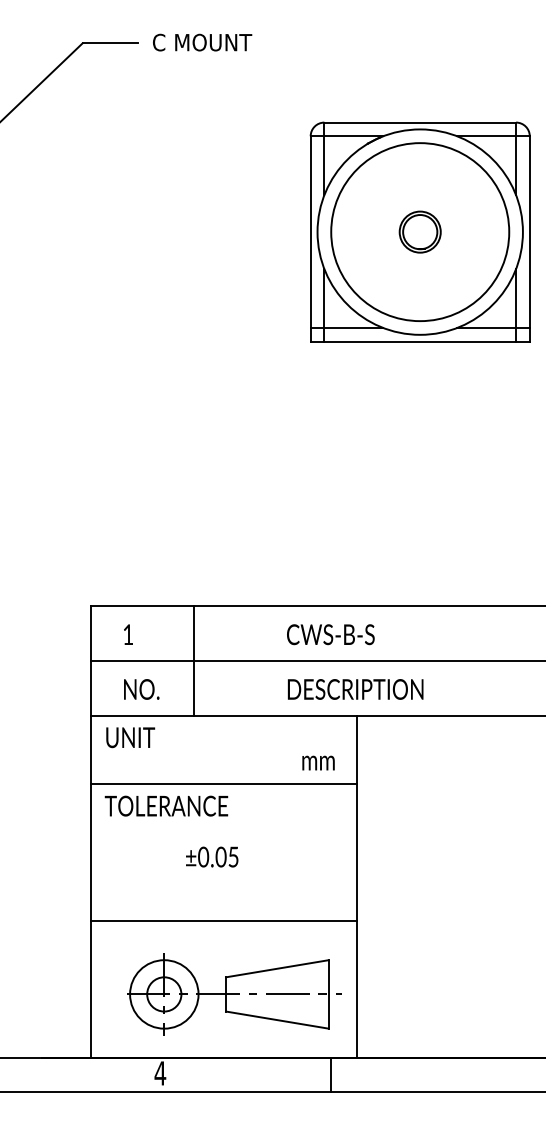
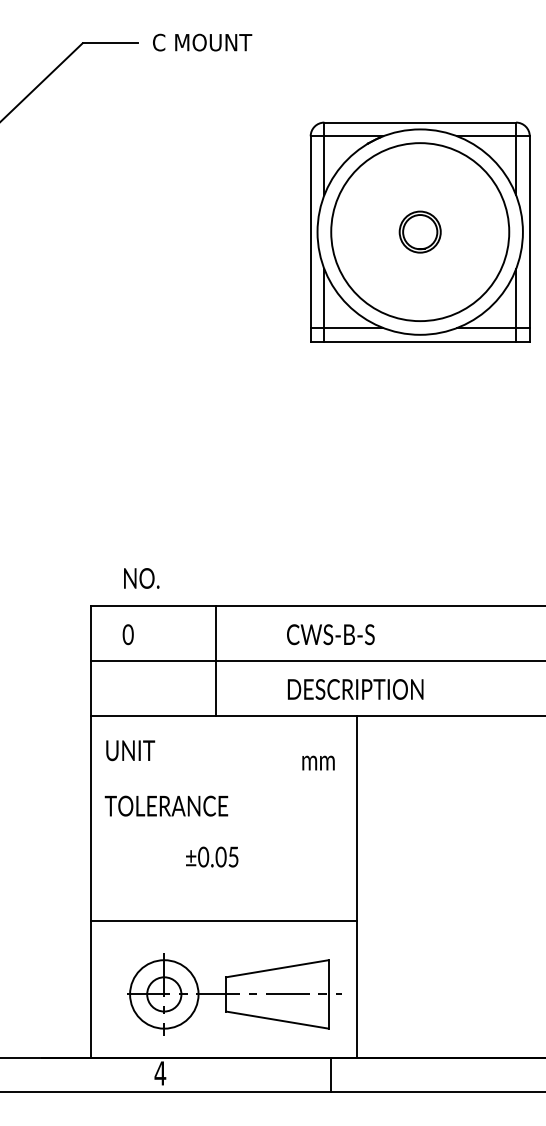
text at (127, 634): 1 -> 0
line at (193, 660) position: (193, 660) -> (215, 660)
text at (141, 689) position: (141, 689) -> (141, 578)
text at (130, 737) position: (130, 737) -> (130, 750)
line at (223, 784): present -> none
